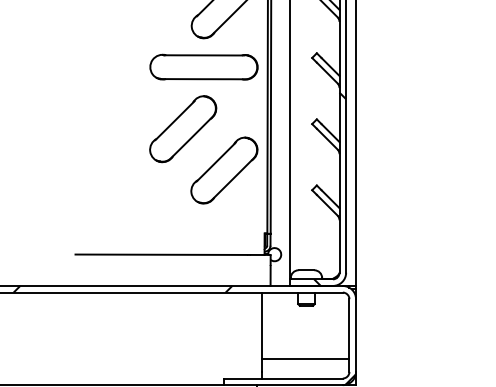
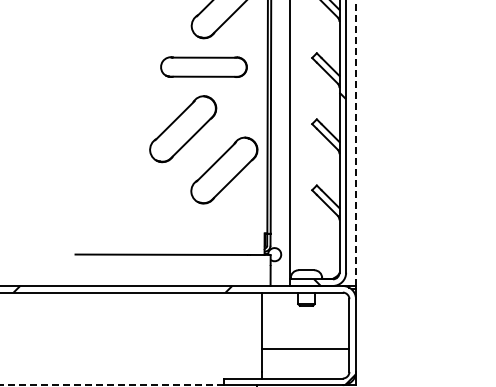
part at (203, 66) size: 110x28 px -> 88x22 px
line at (356, 143): solid -> dashed
line at (305, 358) position: (305, 358) -> (305, 348)
line at (111, 385): solid -> dashed
